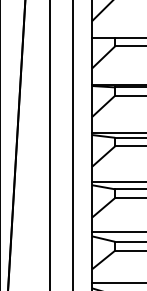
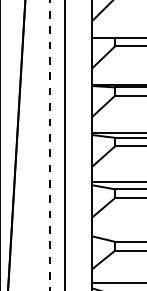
line at (73, 144) position: (73, 144) -> (65, 144)
line at (50, 145): solid -> dashed
line at (117, 232): present -> none
